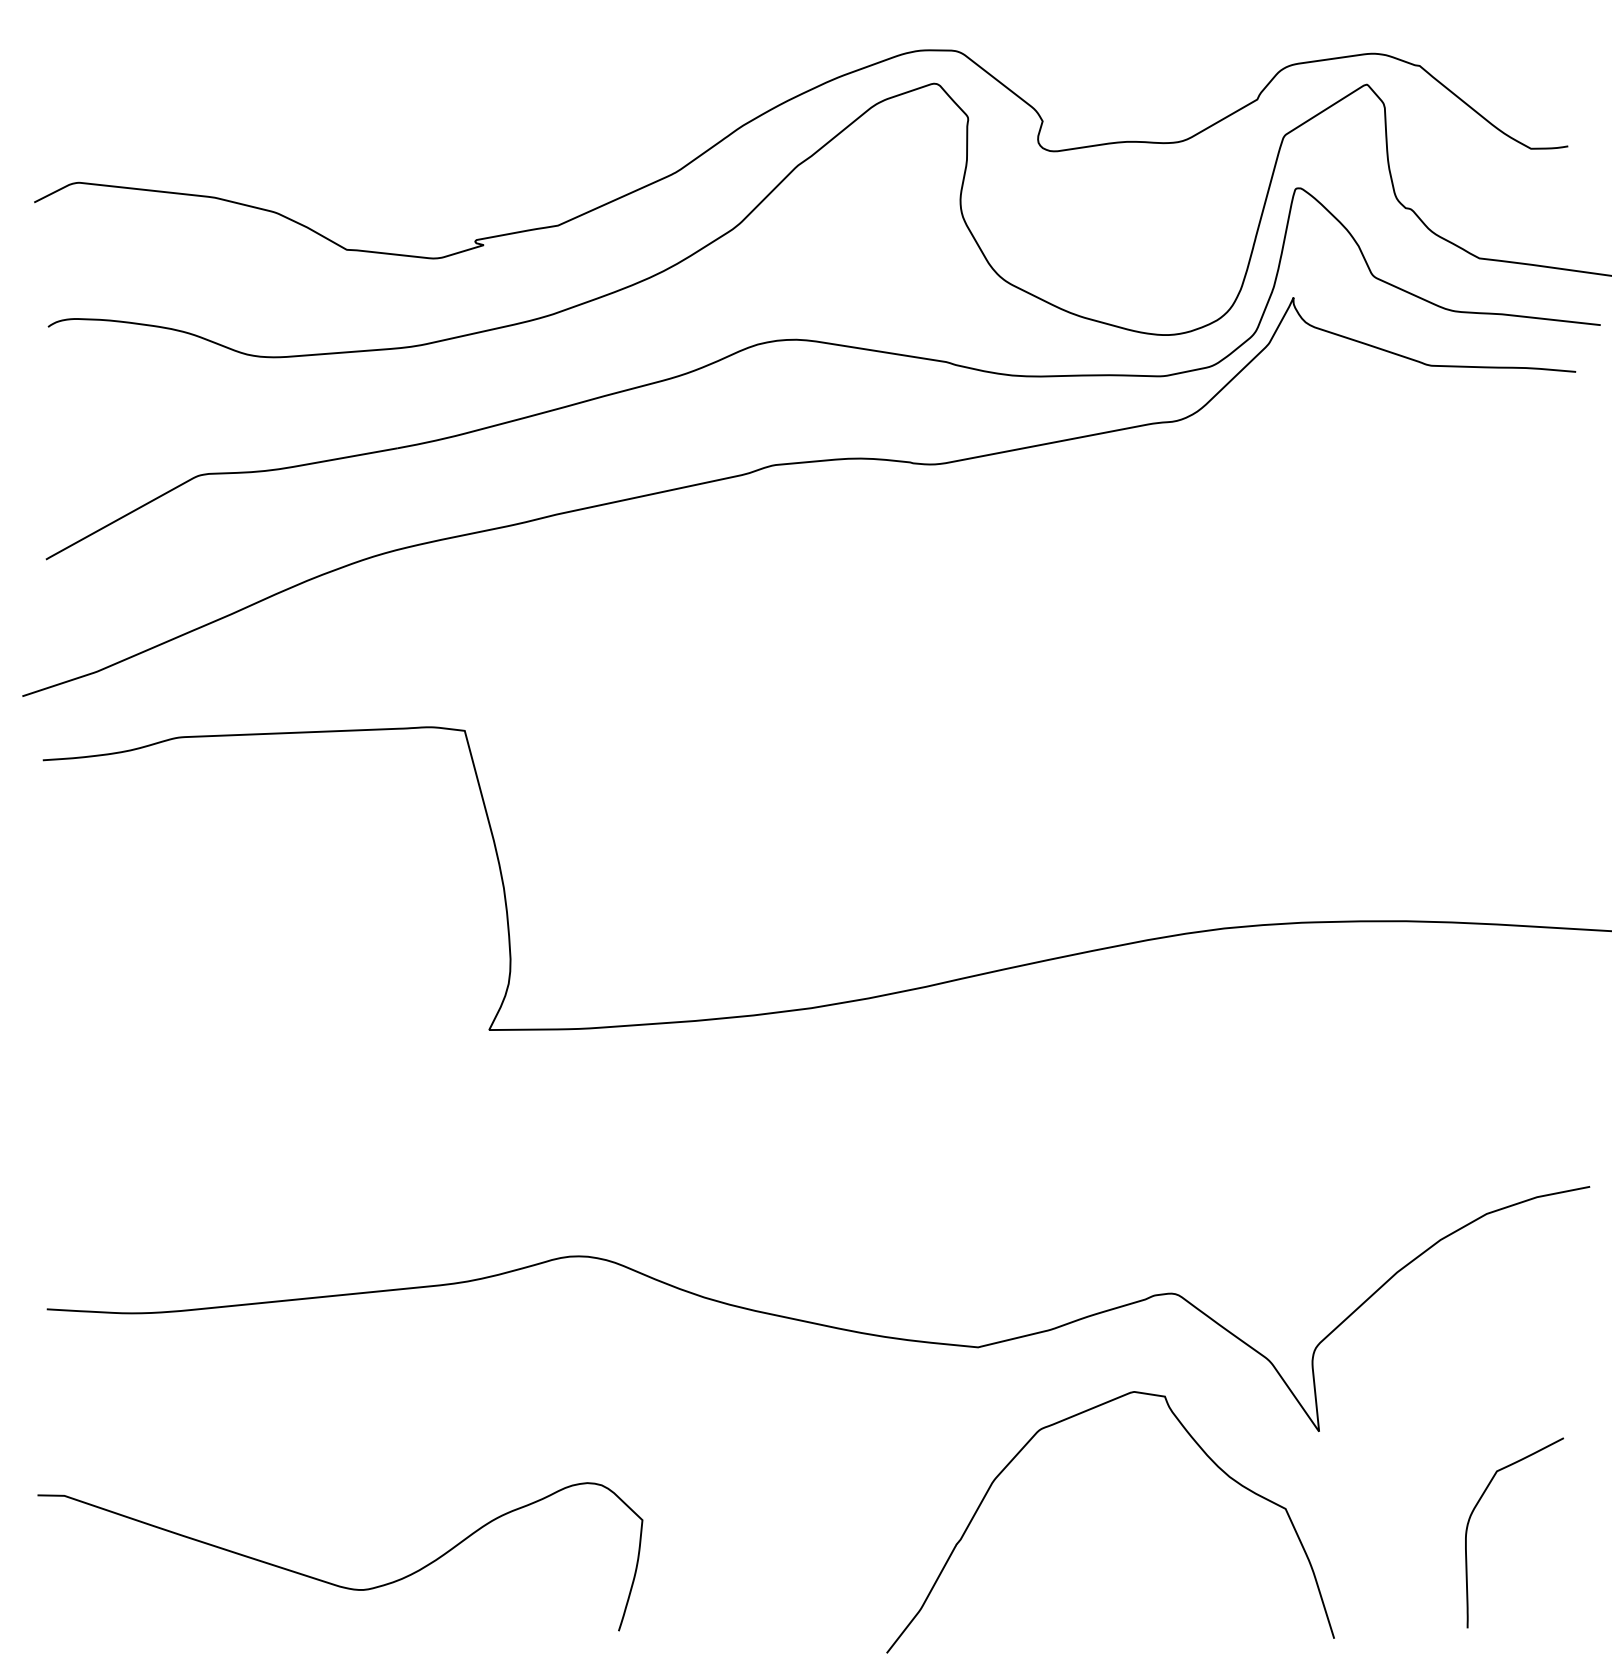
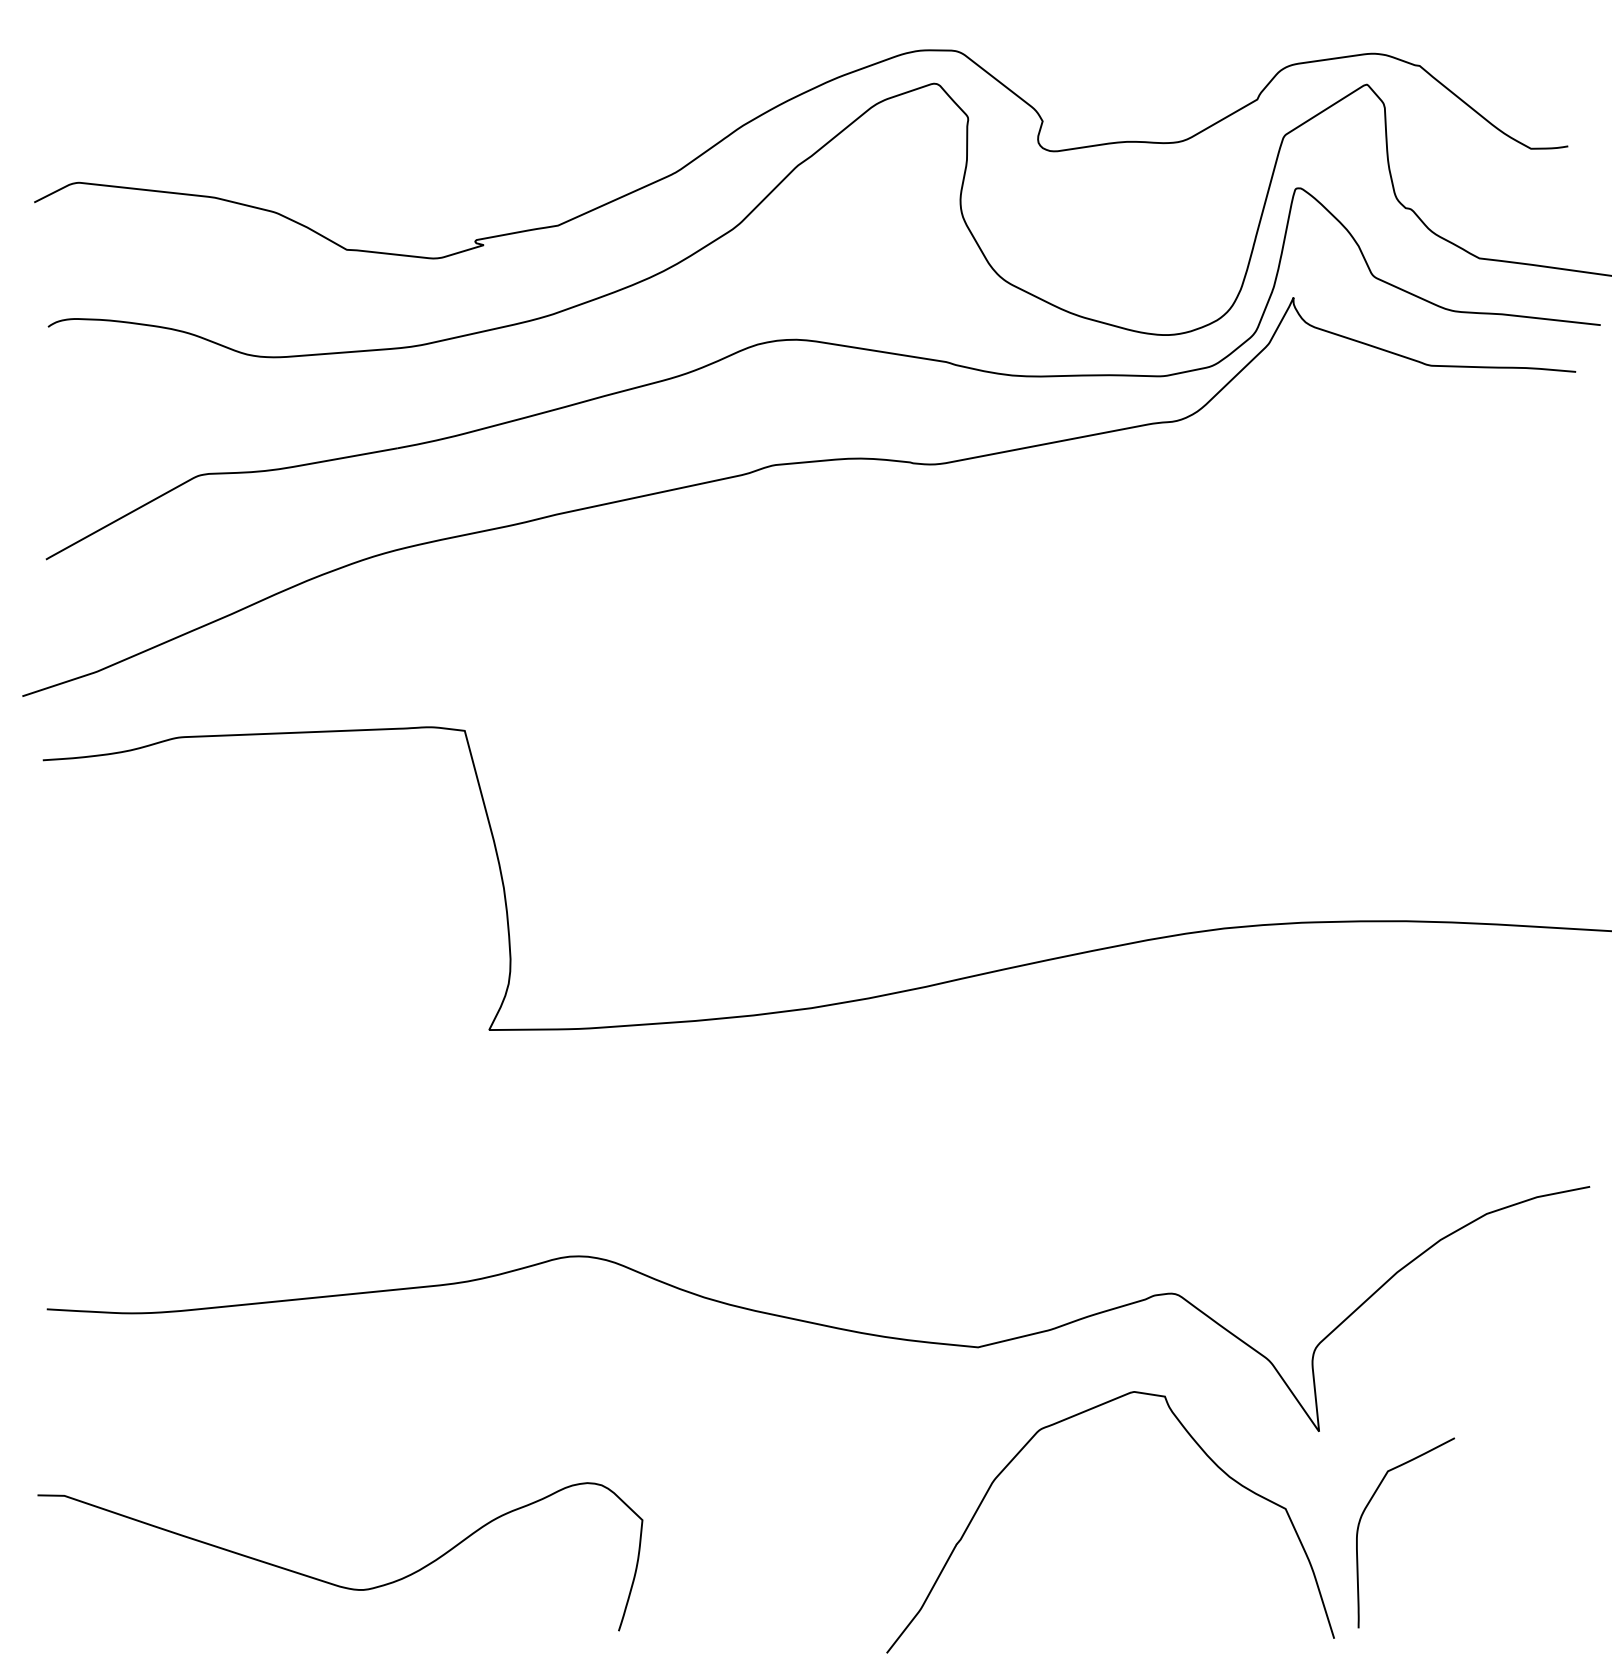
curve at (1476, 1507) position: (1476, 1507) -> (1367, 1507)
